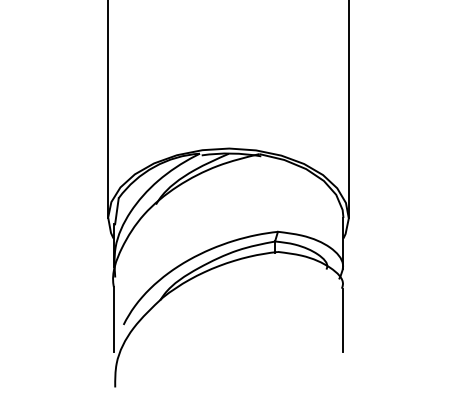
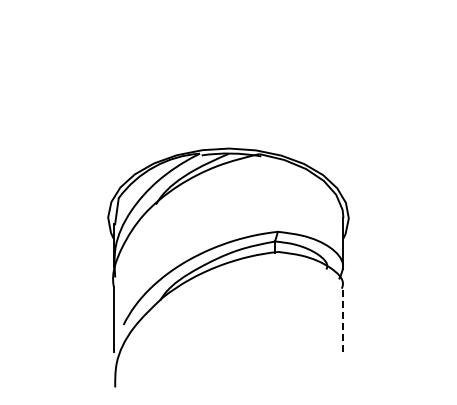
line at (108, 110): present -> none
line at (348, 110): present -> none
line at (343, 320): solid -> dashed
